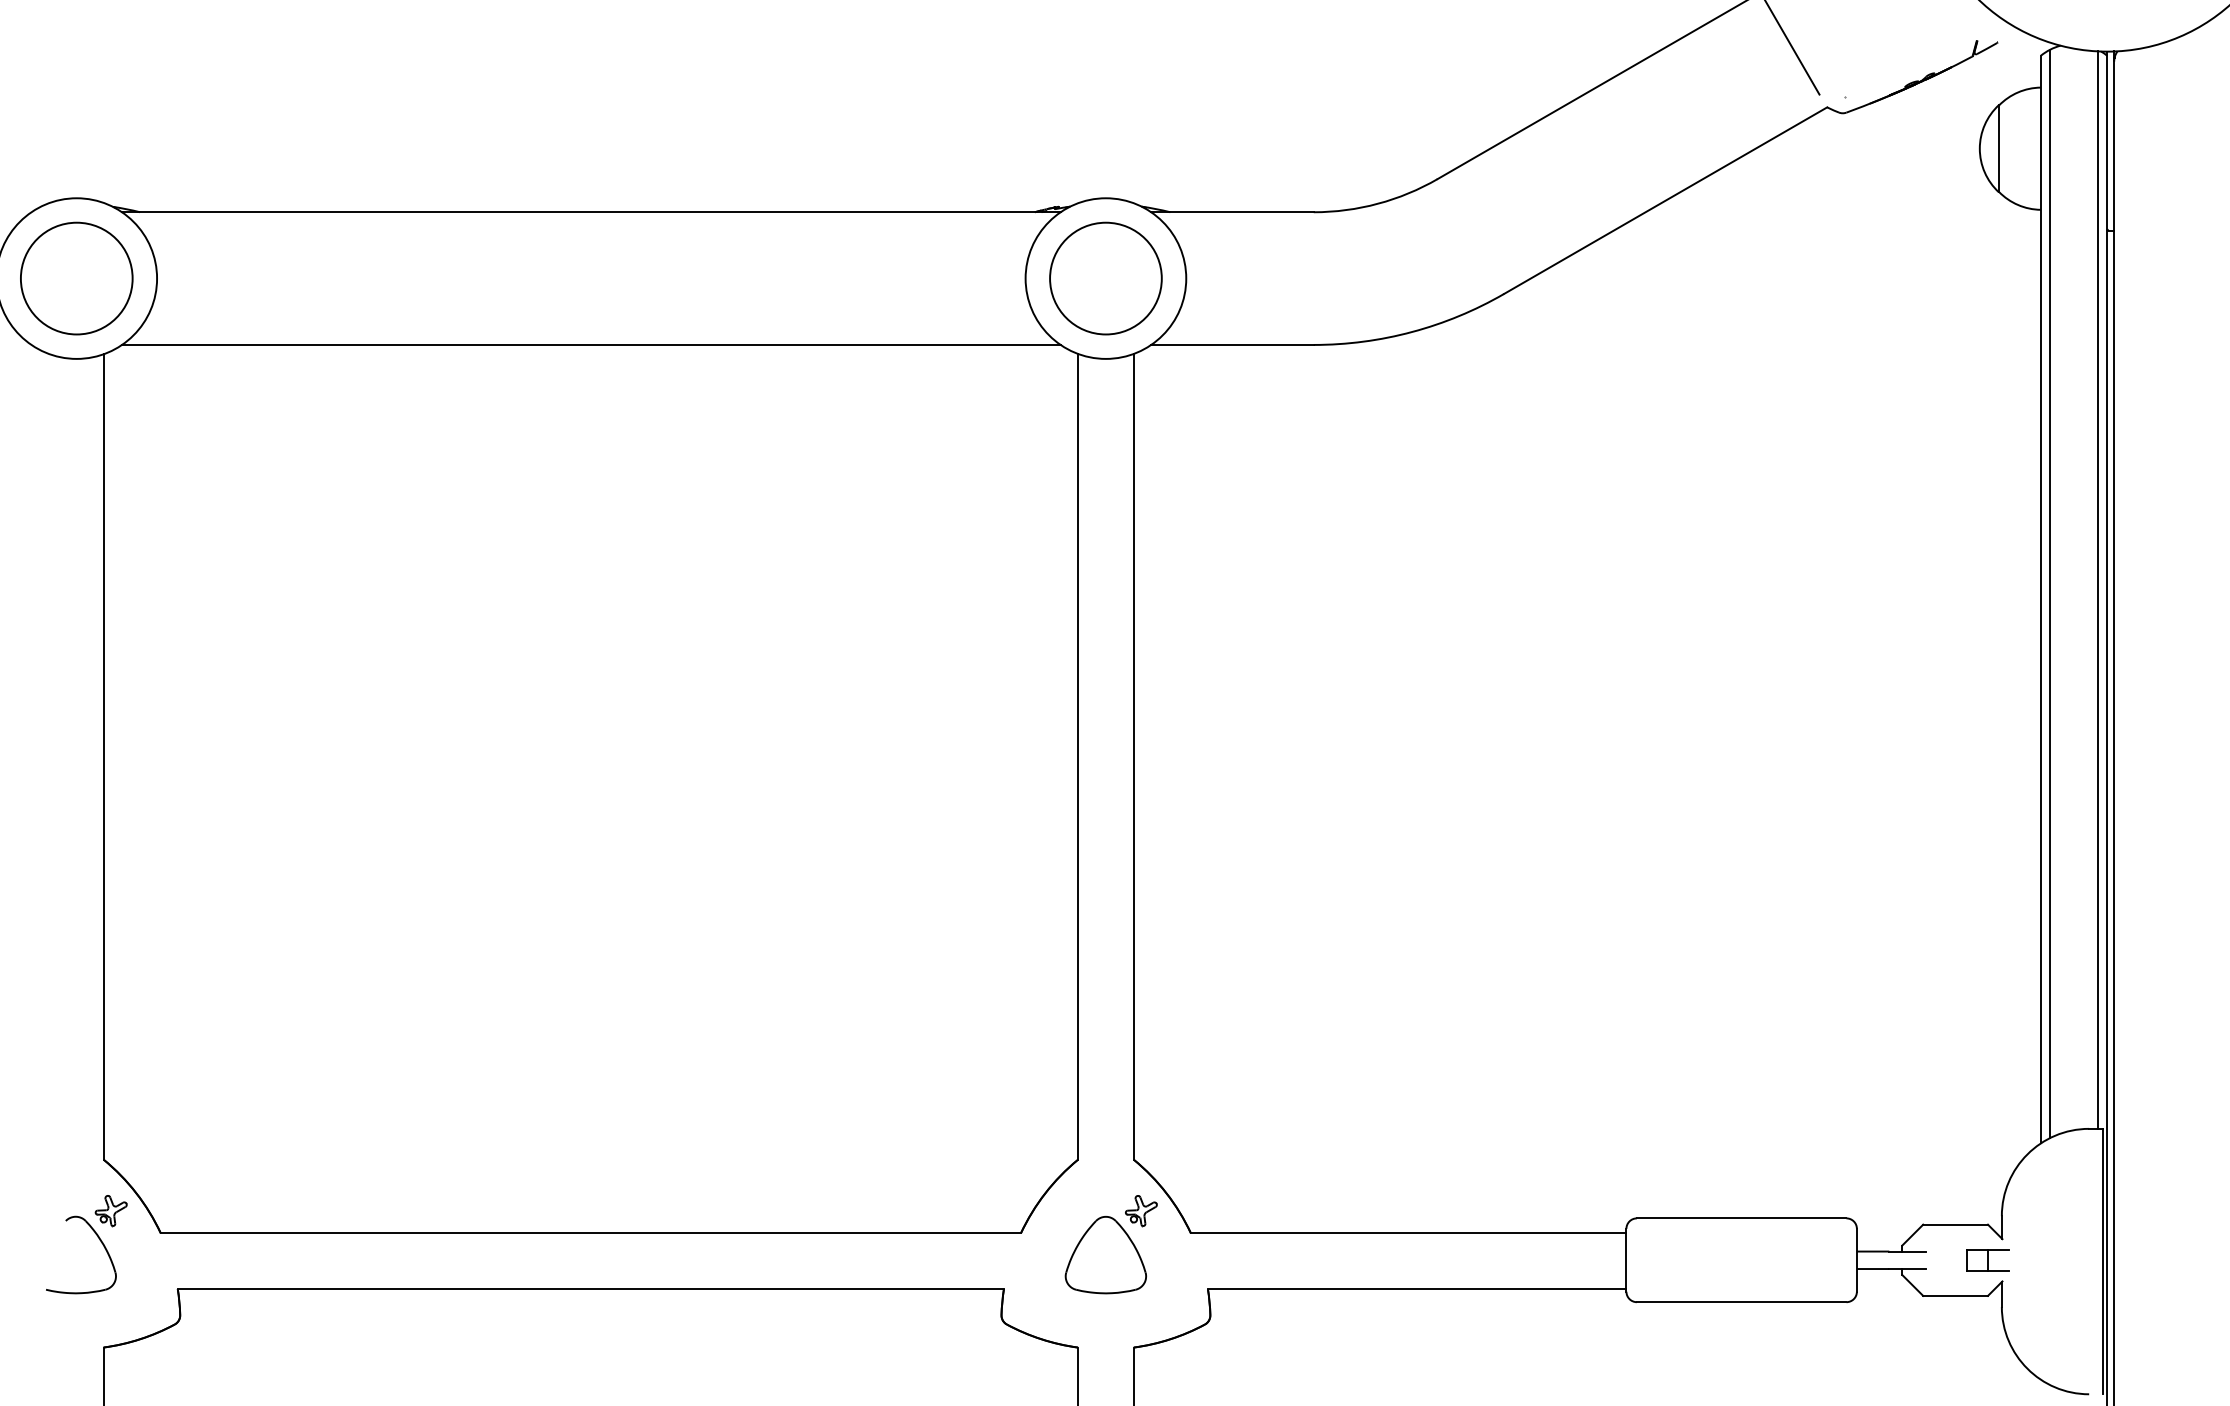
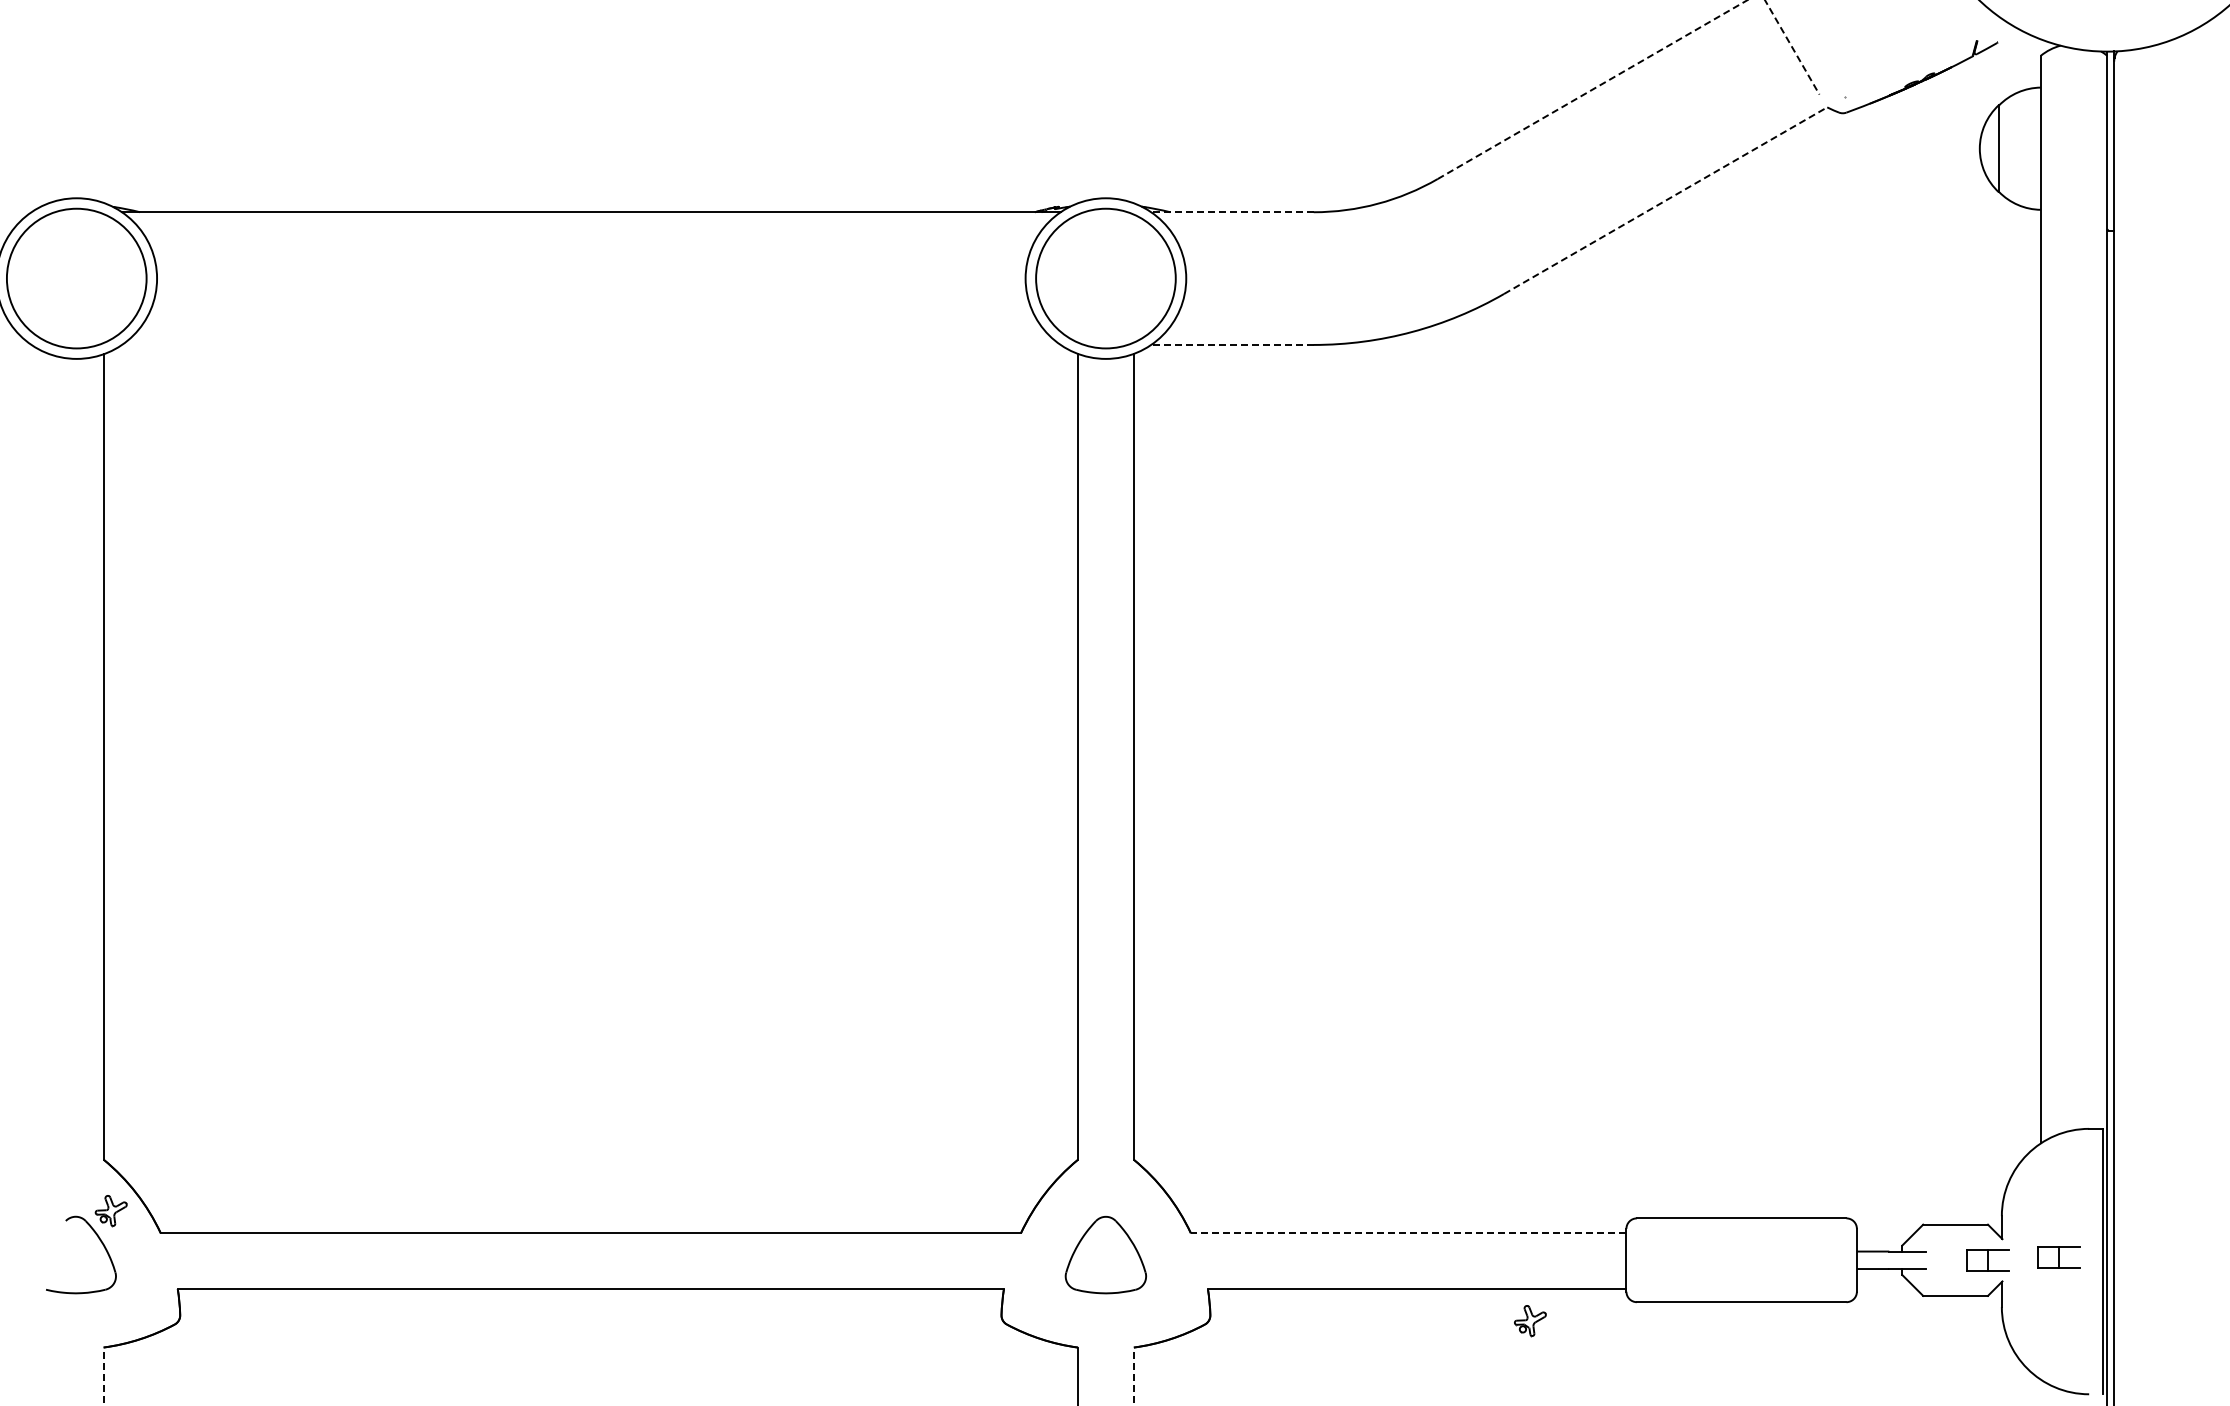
line at (1792, 47): solid -> dashed
line at (1592, 89): solid -> dashed
line at (1665, 200): solid -> dashed
line at (1231, 212): solid -> dashed
circle at (76, 278) diameter: 112 px -> 140 px
circle at (1105, 278) diameter: 112 px -> 140 px
line at (591, 344): present -> none
line at (1231, 344): solid -> dashed
line at (2098, 589): present -> none
line at (2049, 594): present -> none
part at (1141, 1211) position: (1141, 1211) -> (1530, 1321)
line at (1408, 1233): solid -> dashed
part at (2058, 1257): none -> present
line at (103, 1376): solid -> dashed
line at (1133, 1376): solid -> dashed
